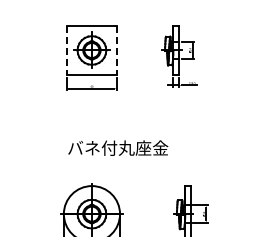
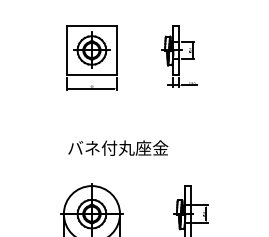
line at (66, 50): dashed -> solid
line at (116, 50): dashed -> solid
